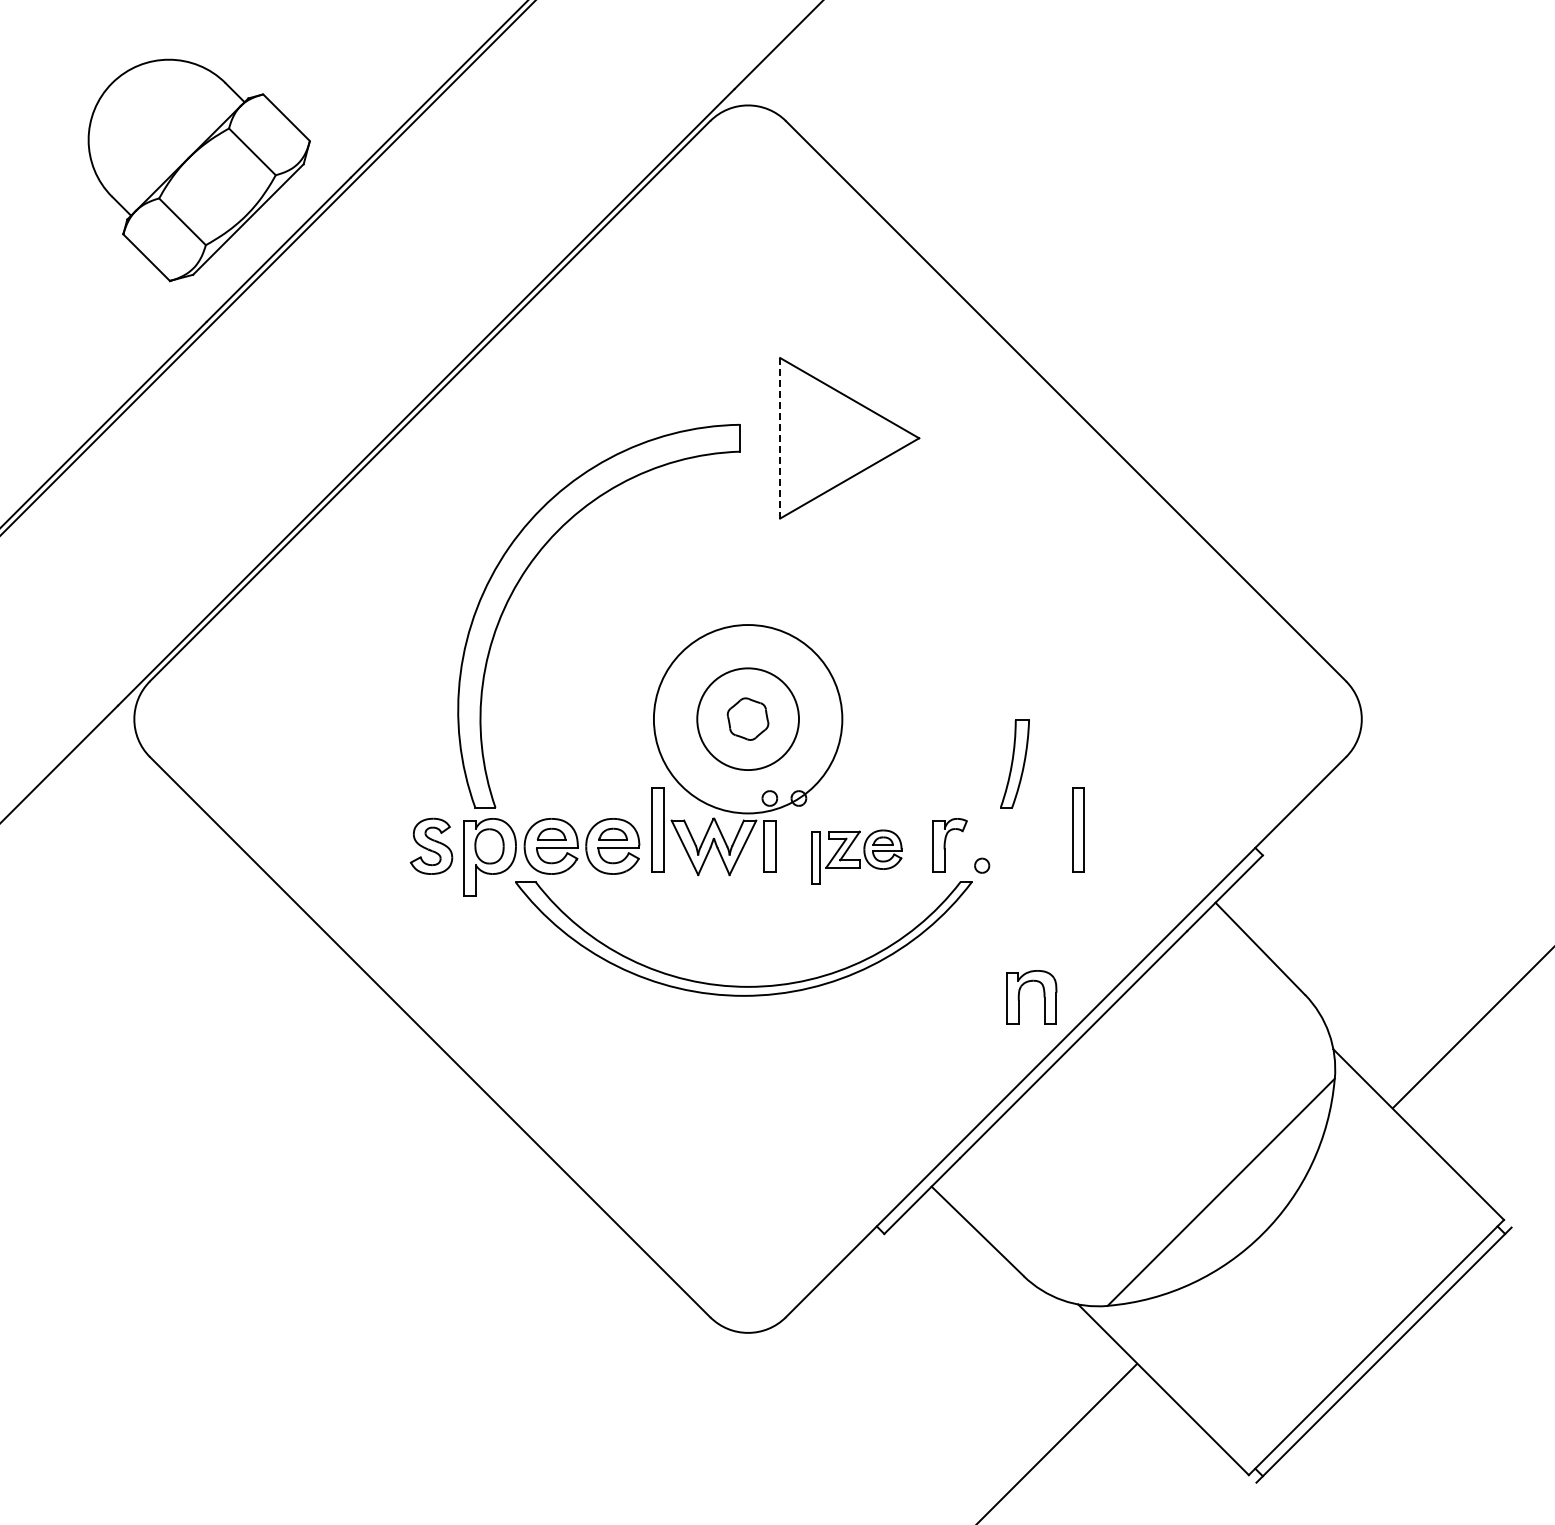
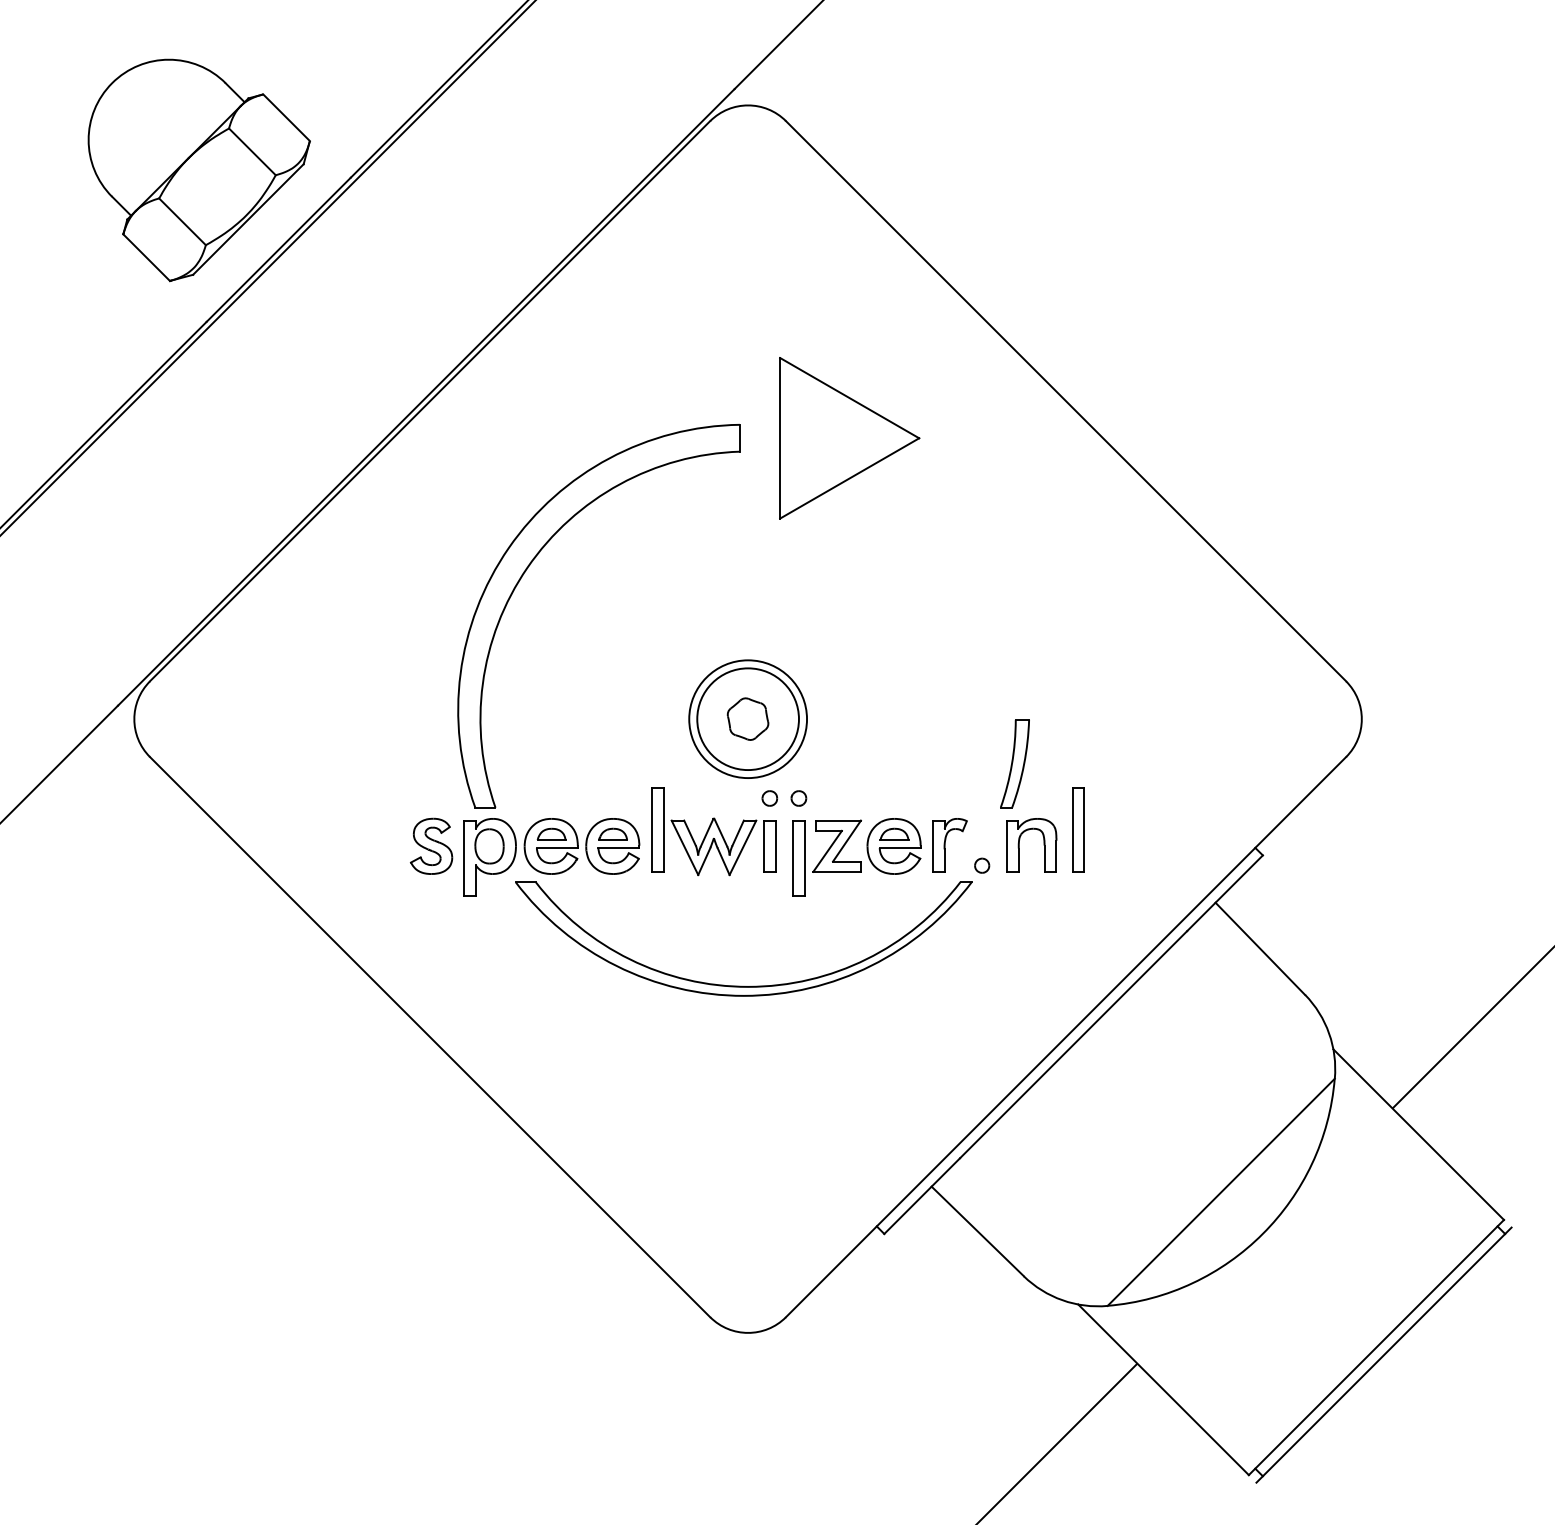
line at (780, 437): dashed -> solid
circle at (747, 719) diameter: 188 px -> 118 px
part at (856, 856) size: 92x56 px -> 130x79 px
part at (1019, 997) position: (1019, 997) -> (1019, 845)
